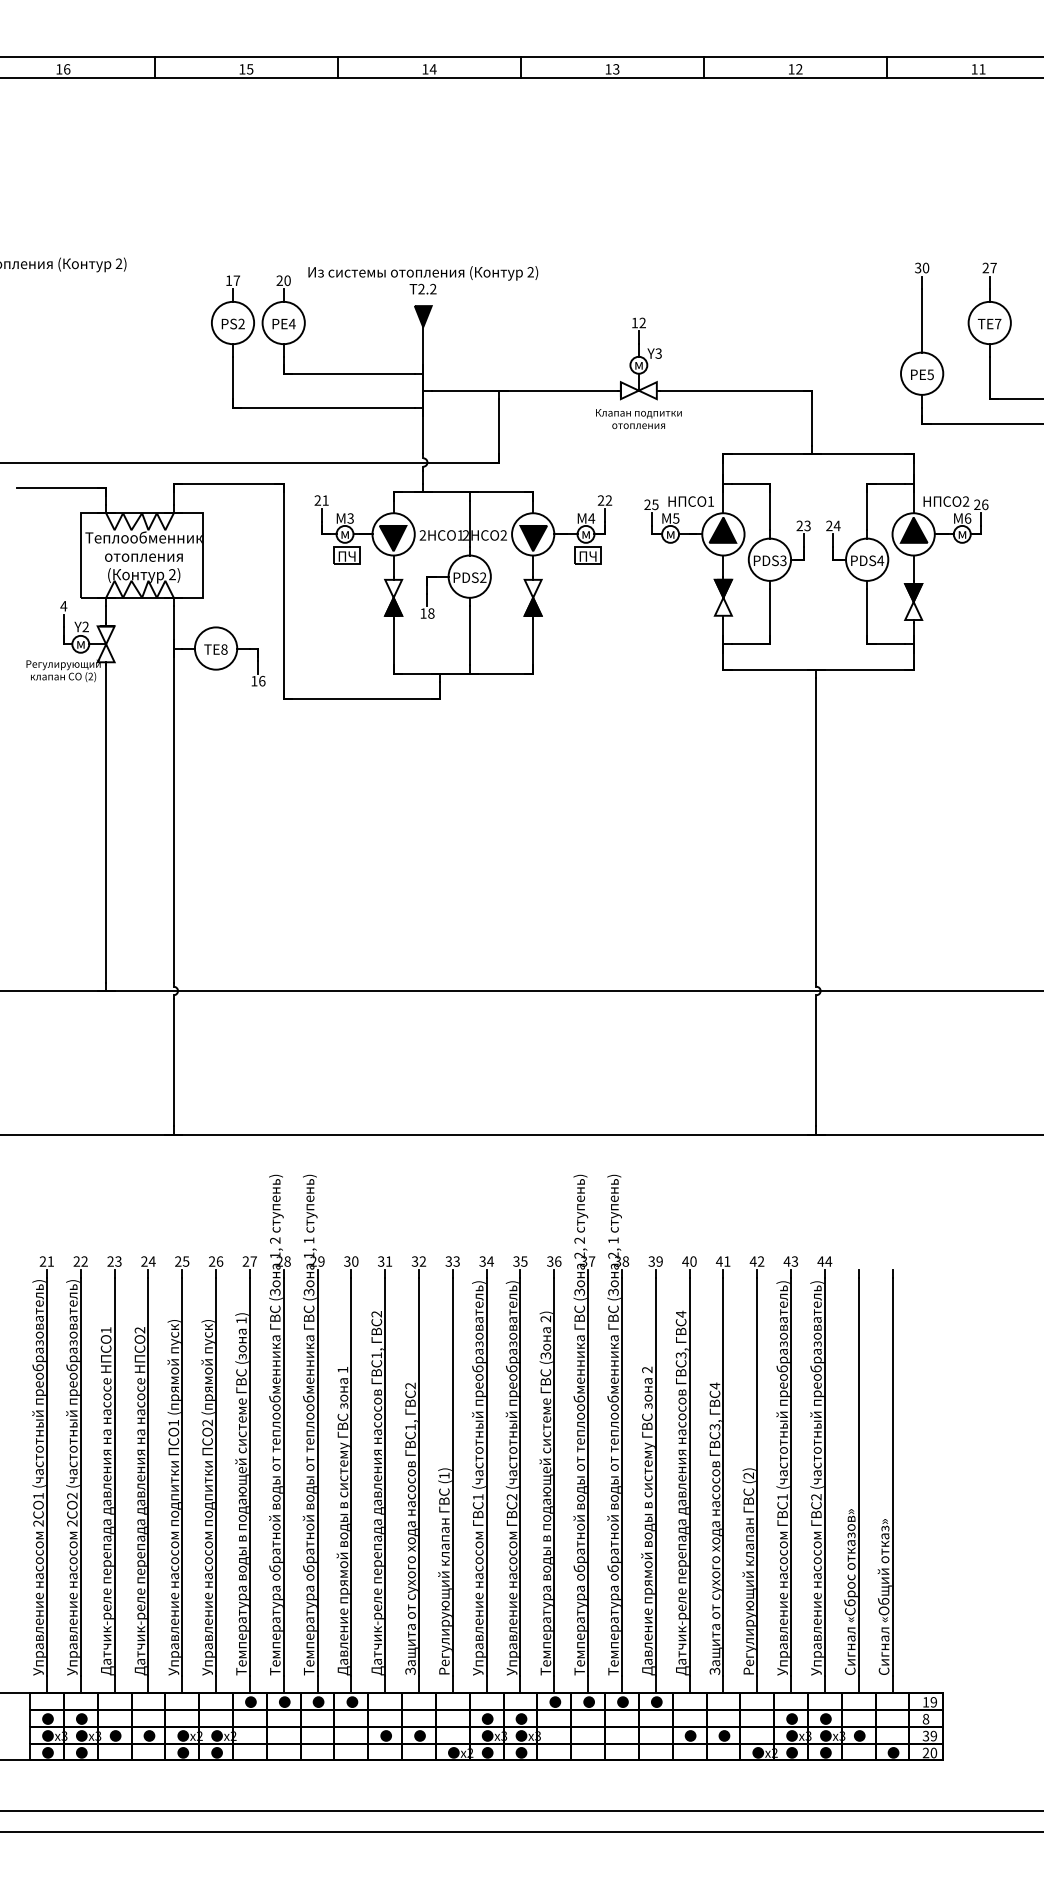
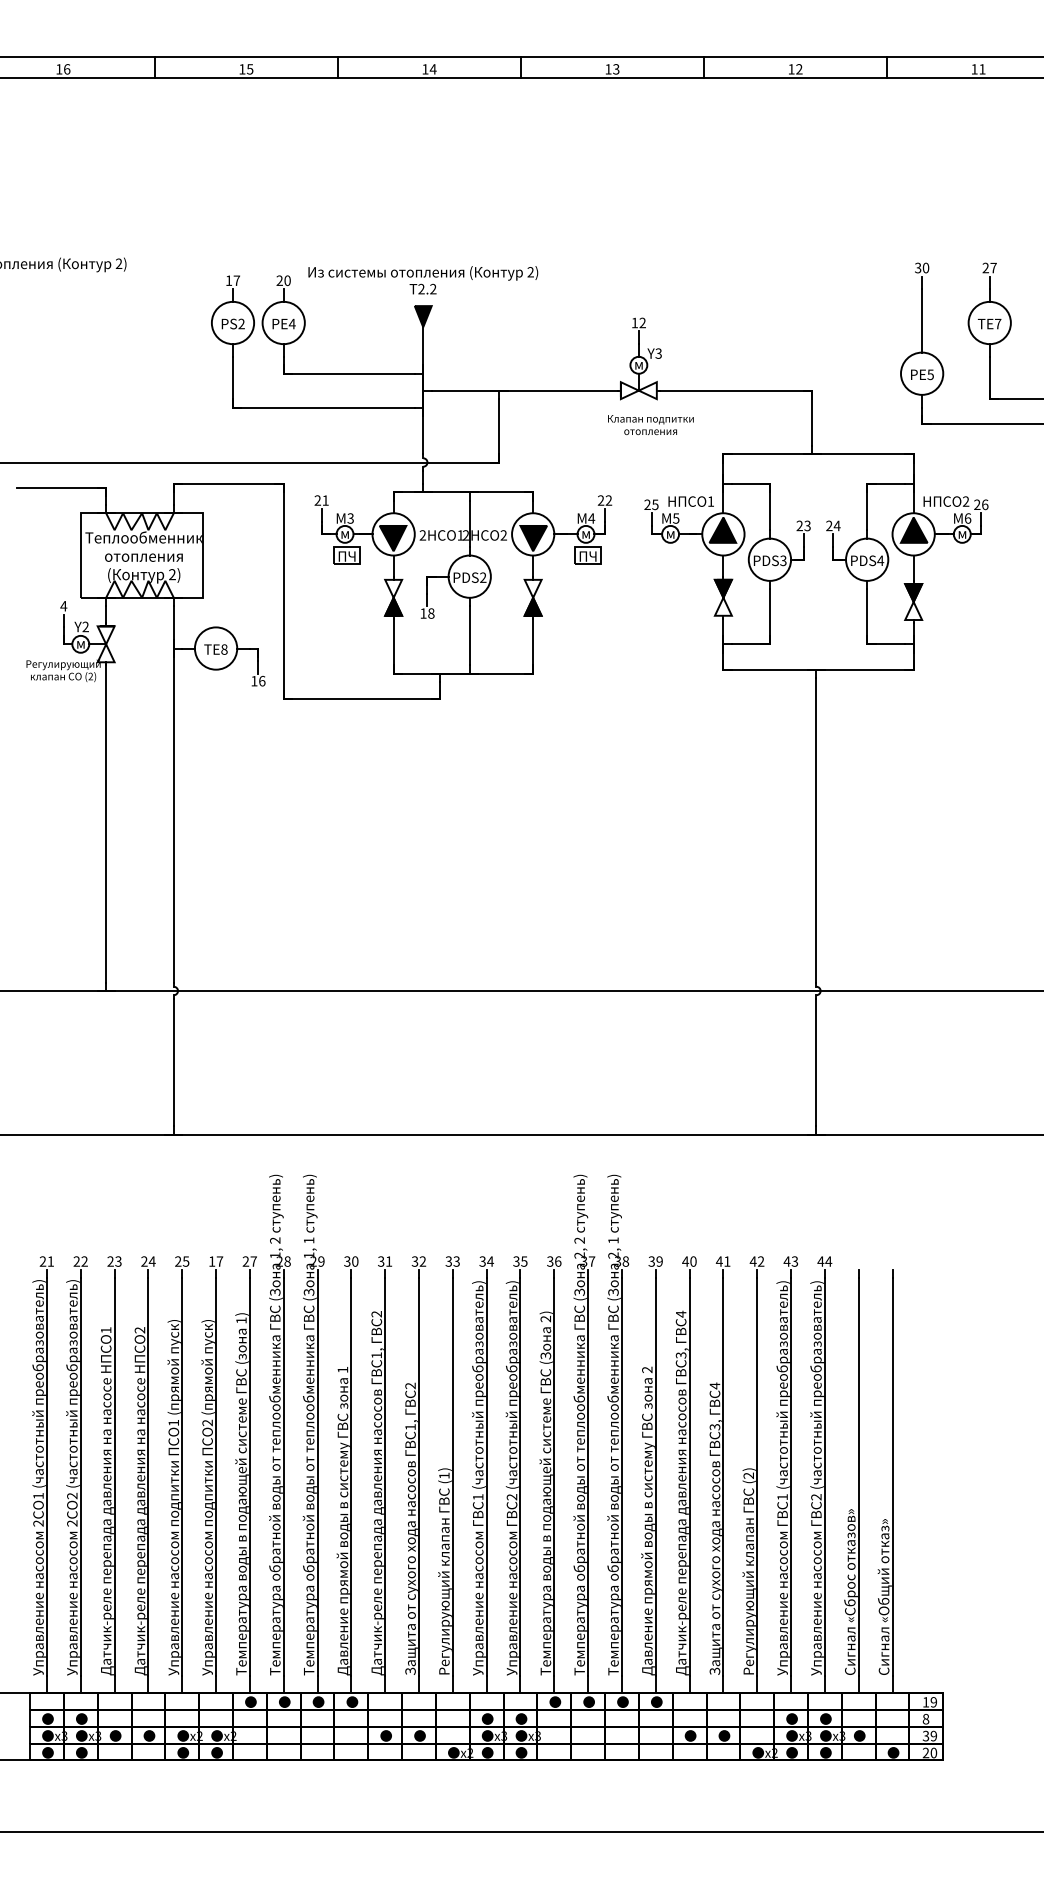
text at (638, 419) position: (638, 419) -> (650, 425)
text at (215, 1261): 26 -> 17
line at (521, 1811): present -> none
